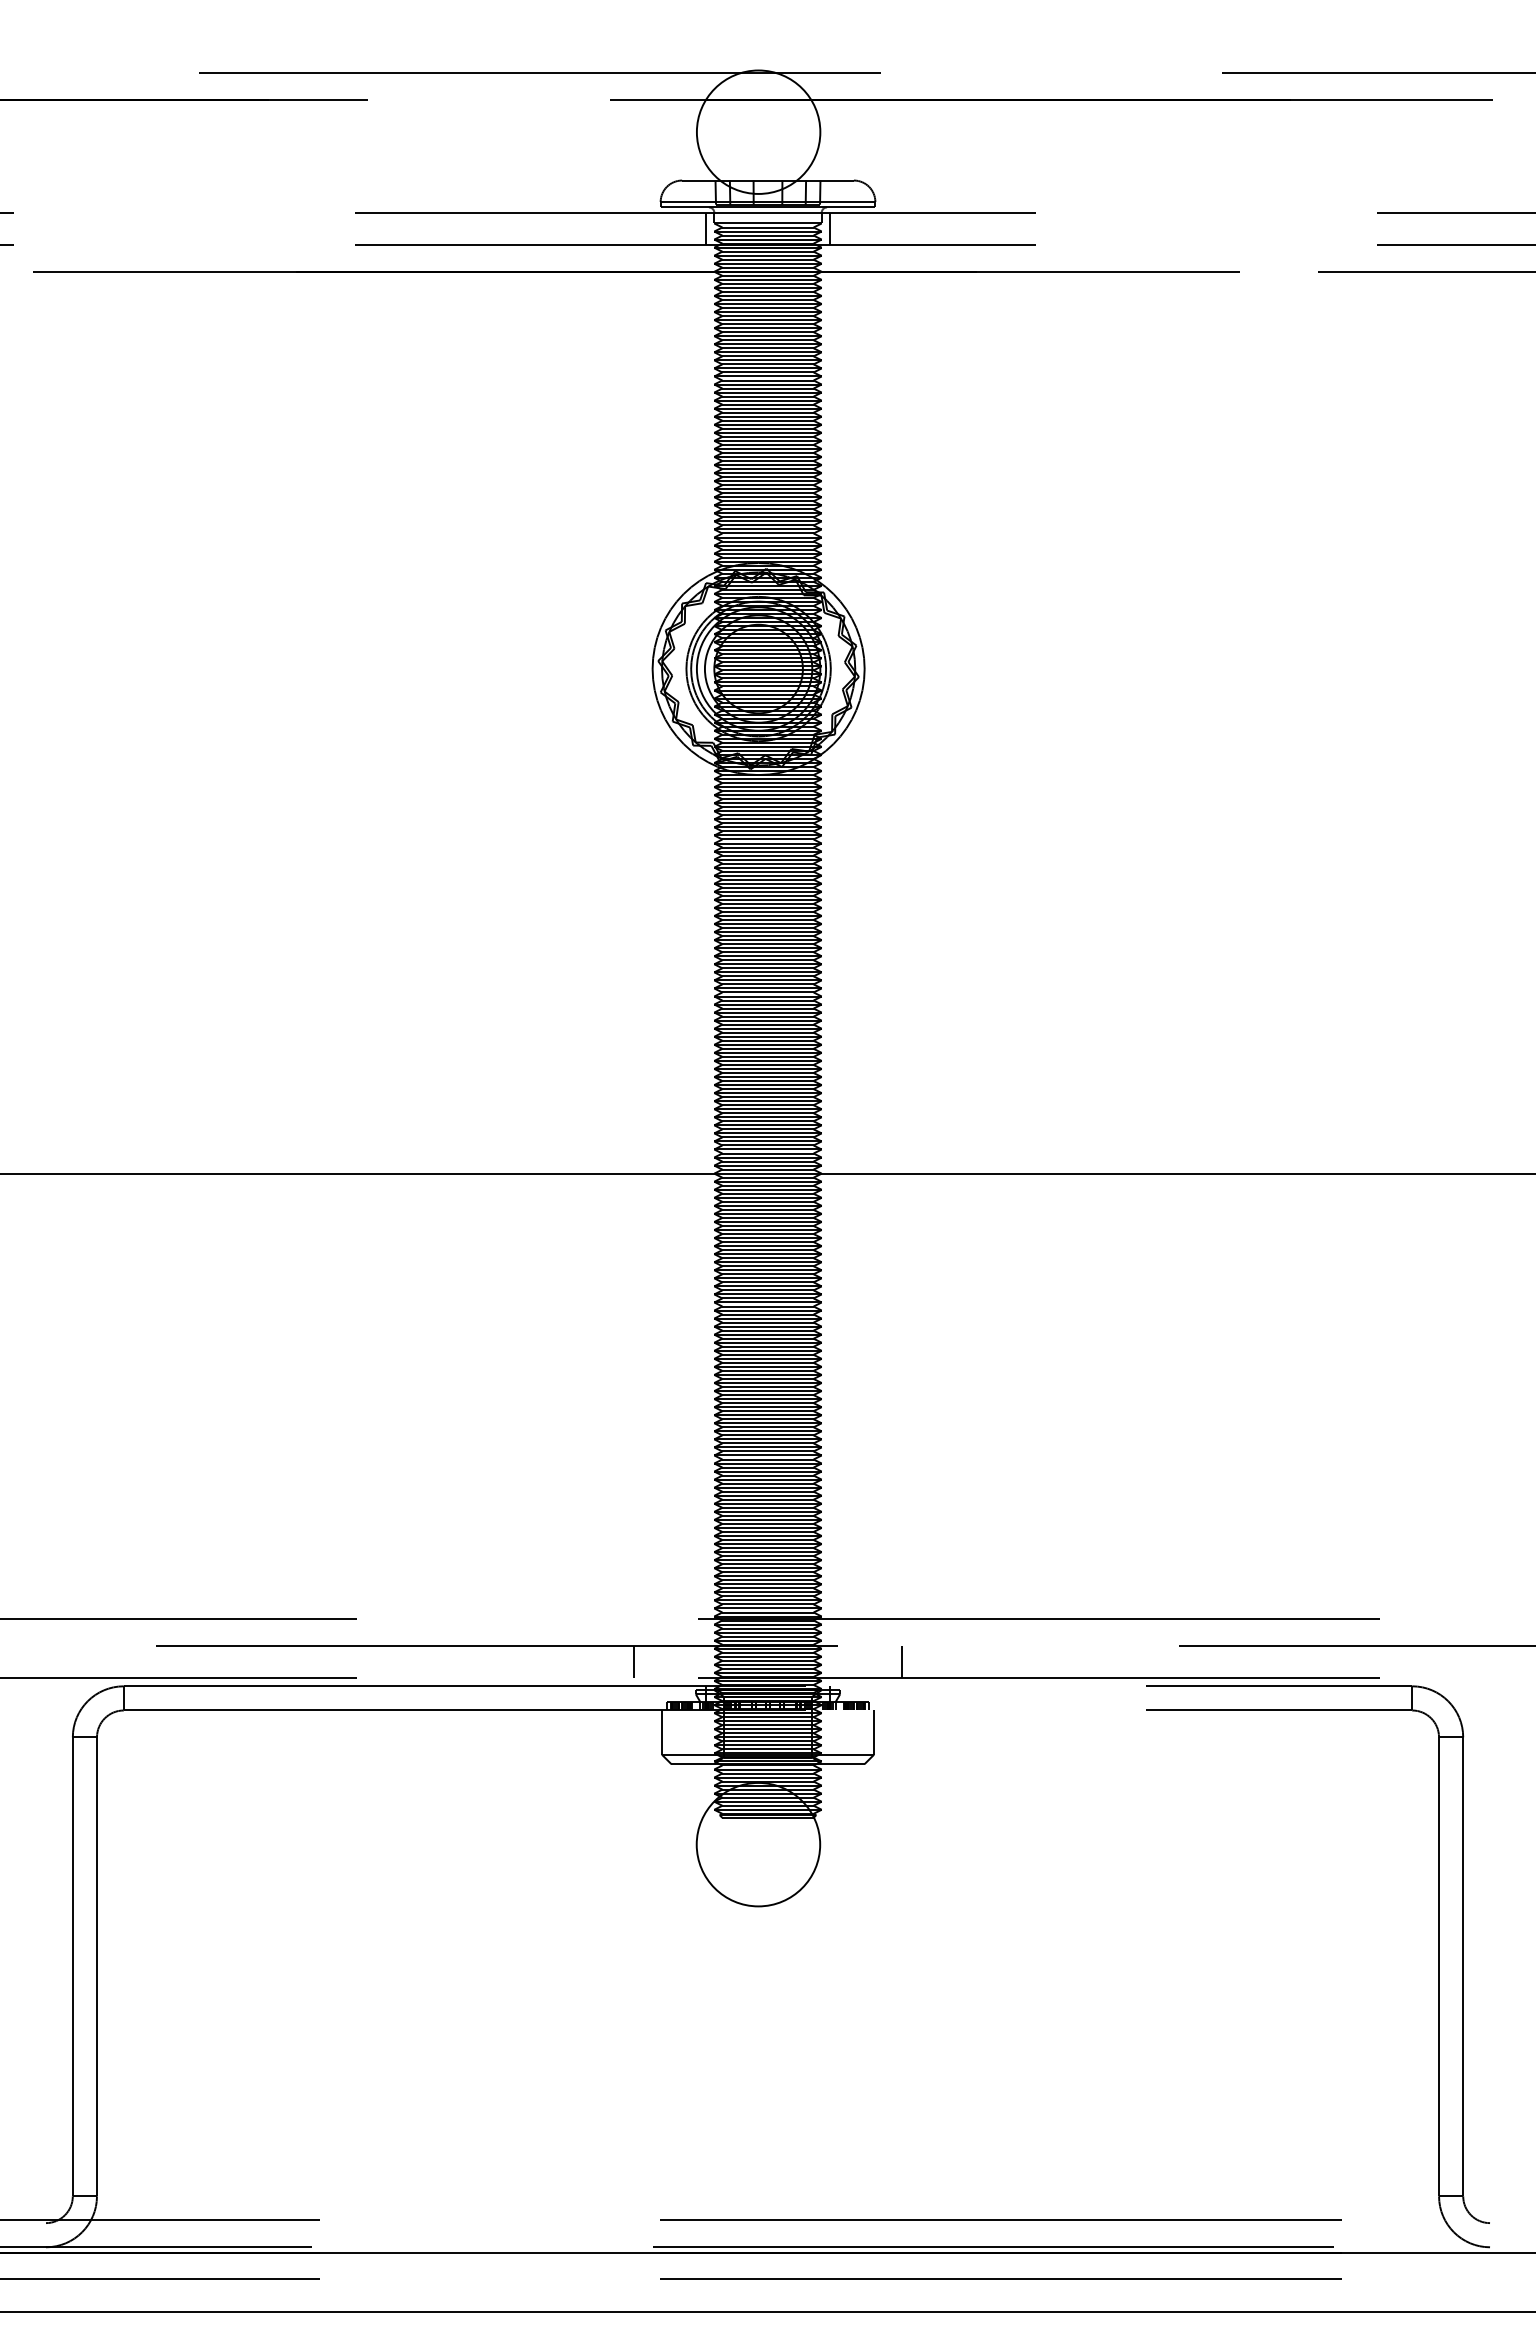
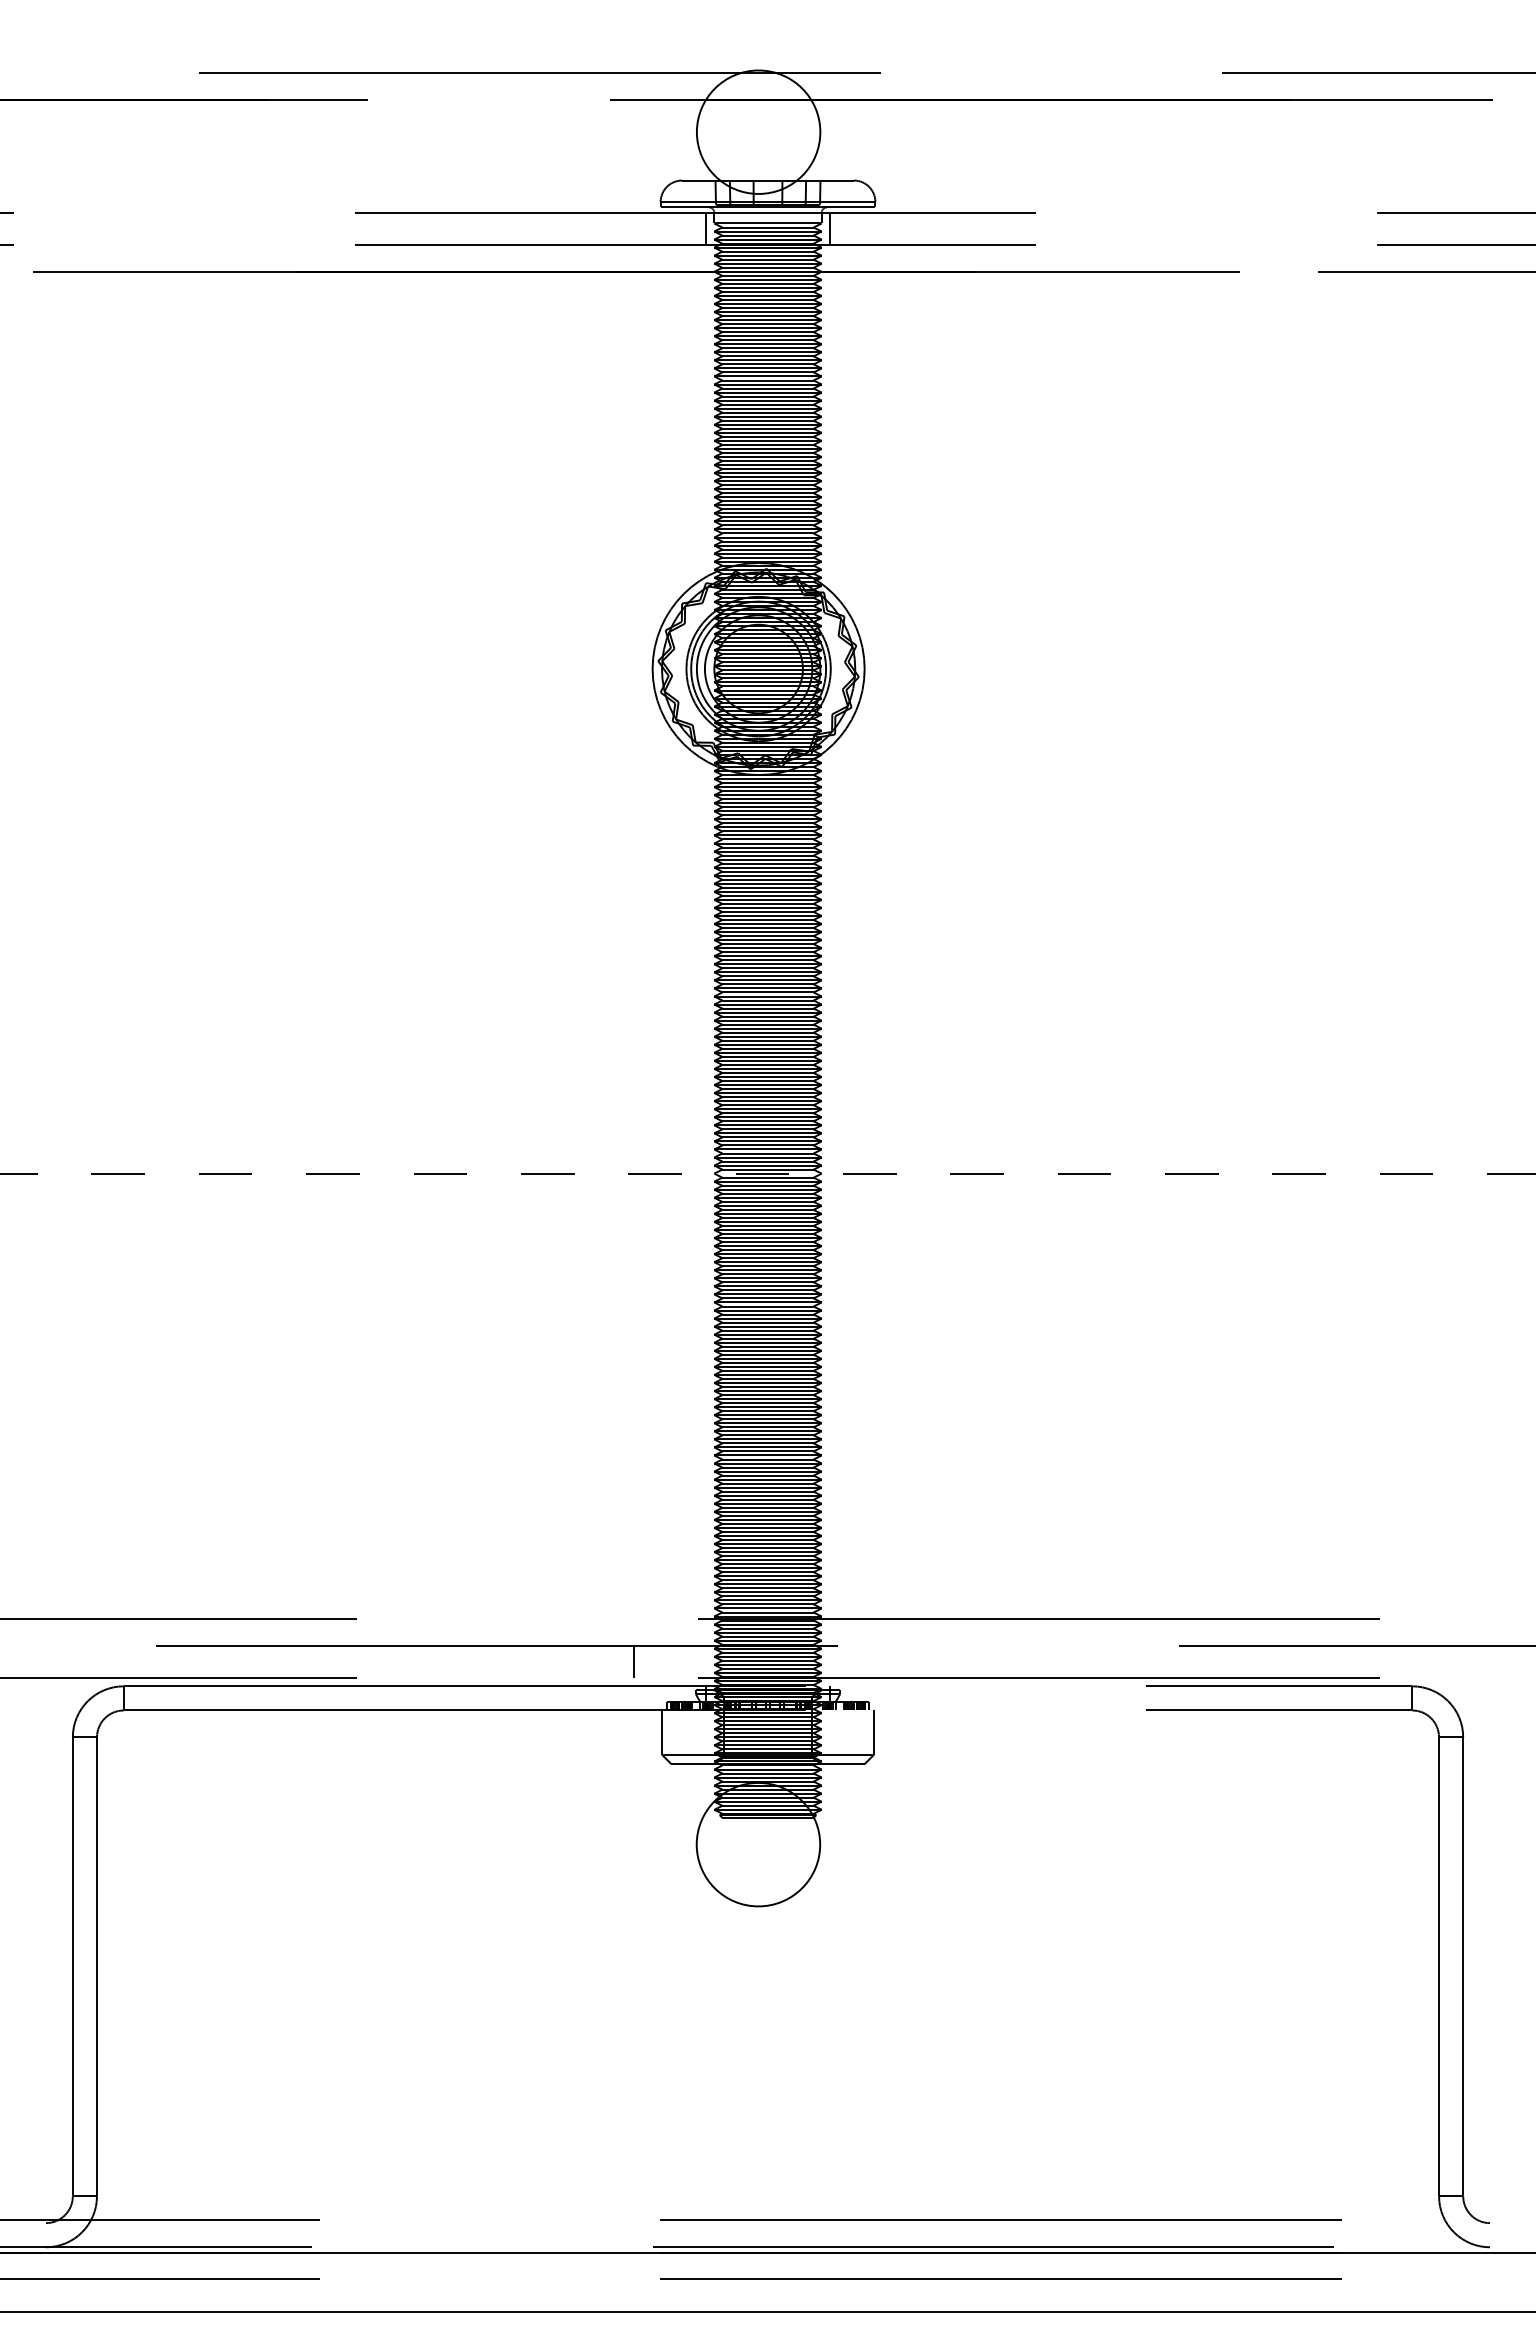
line at (768, 1173): solid -> dashed
line at (902, 1662): present -> none
